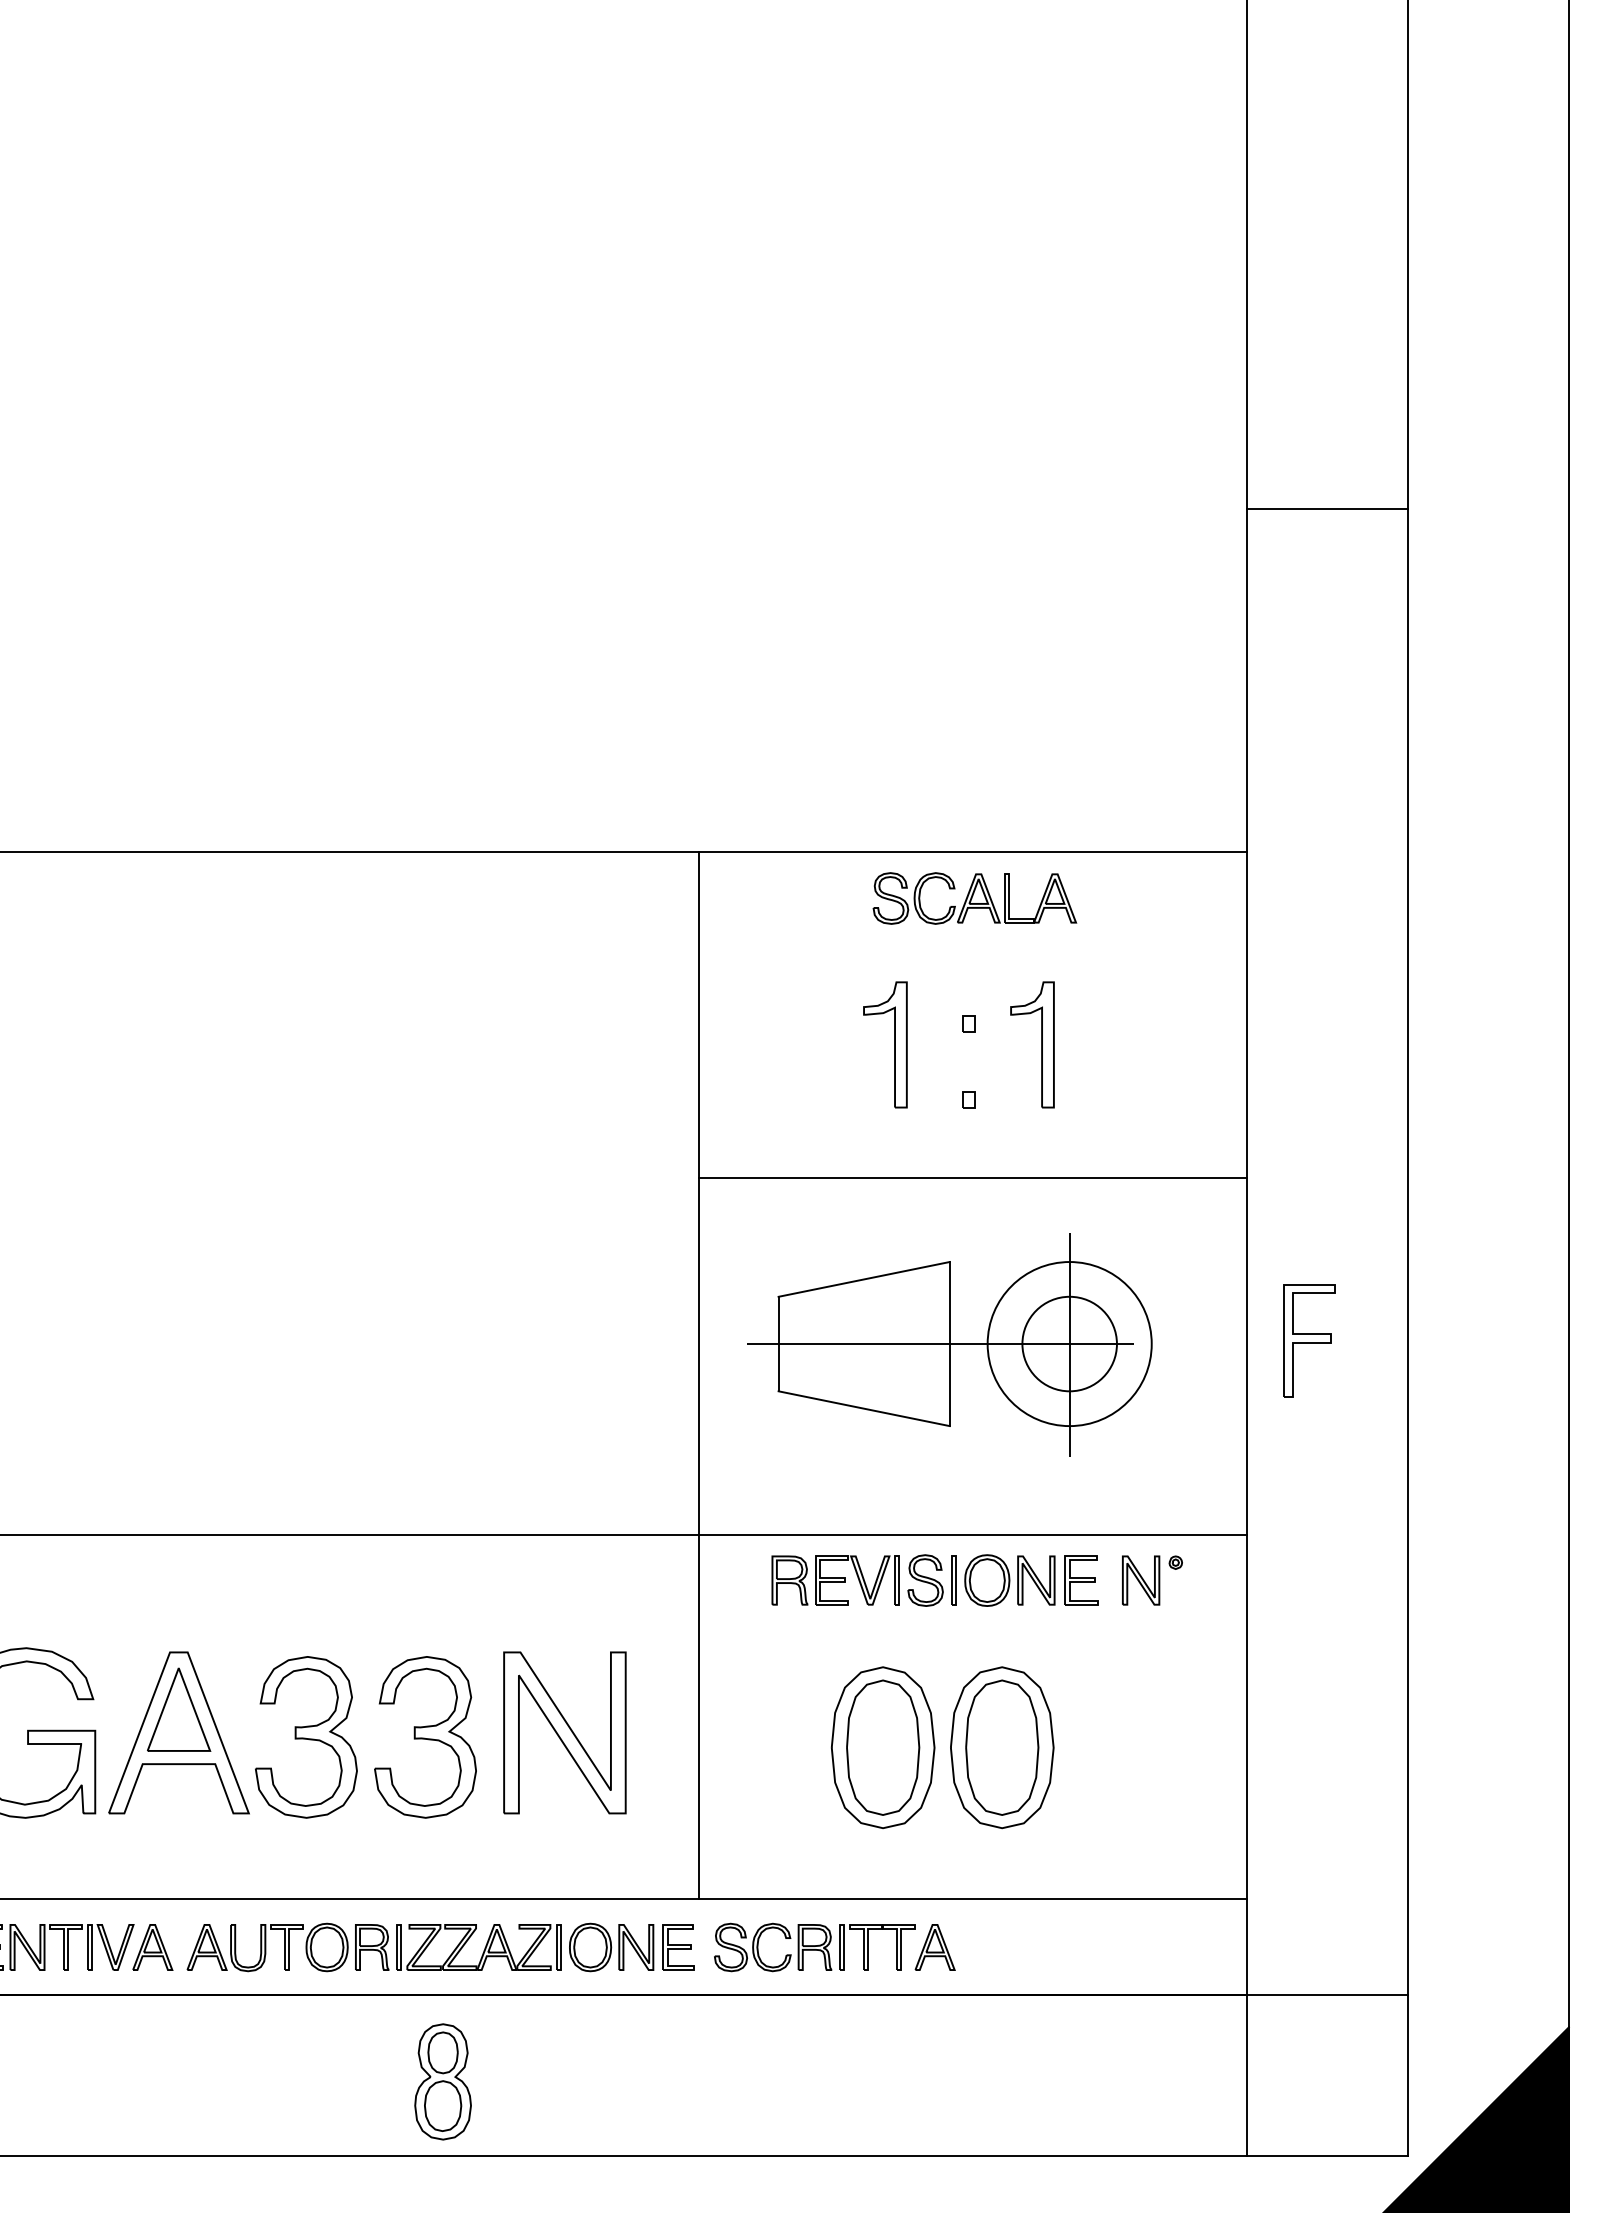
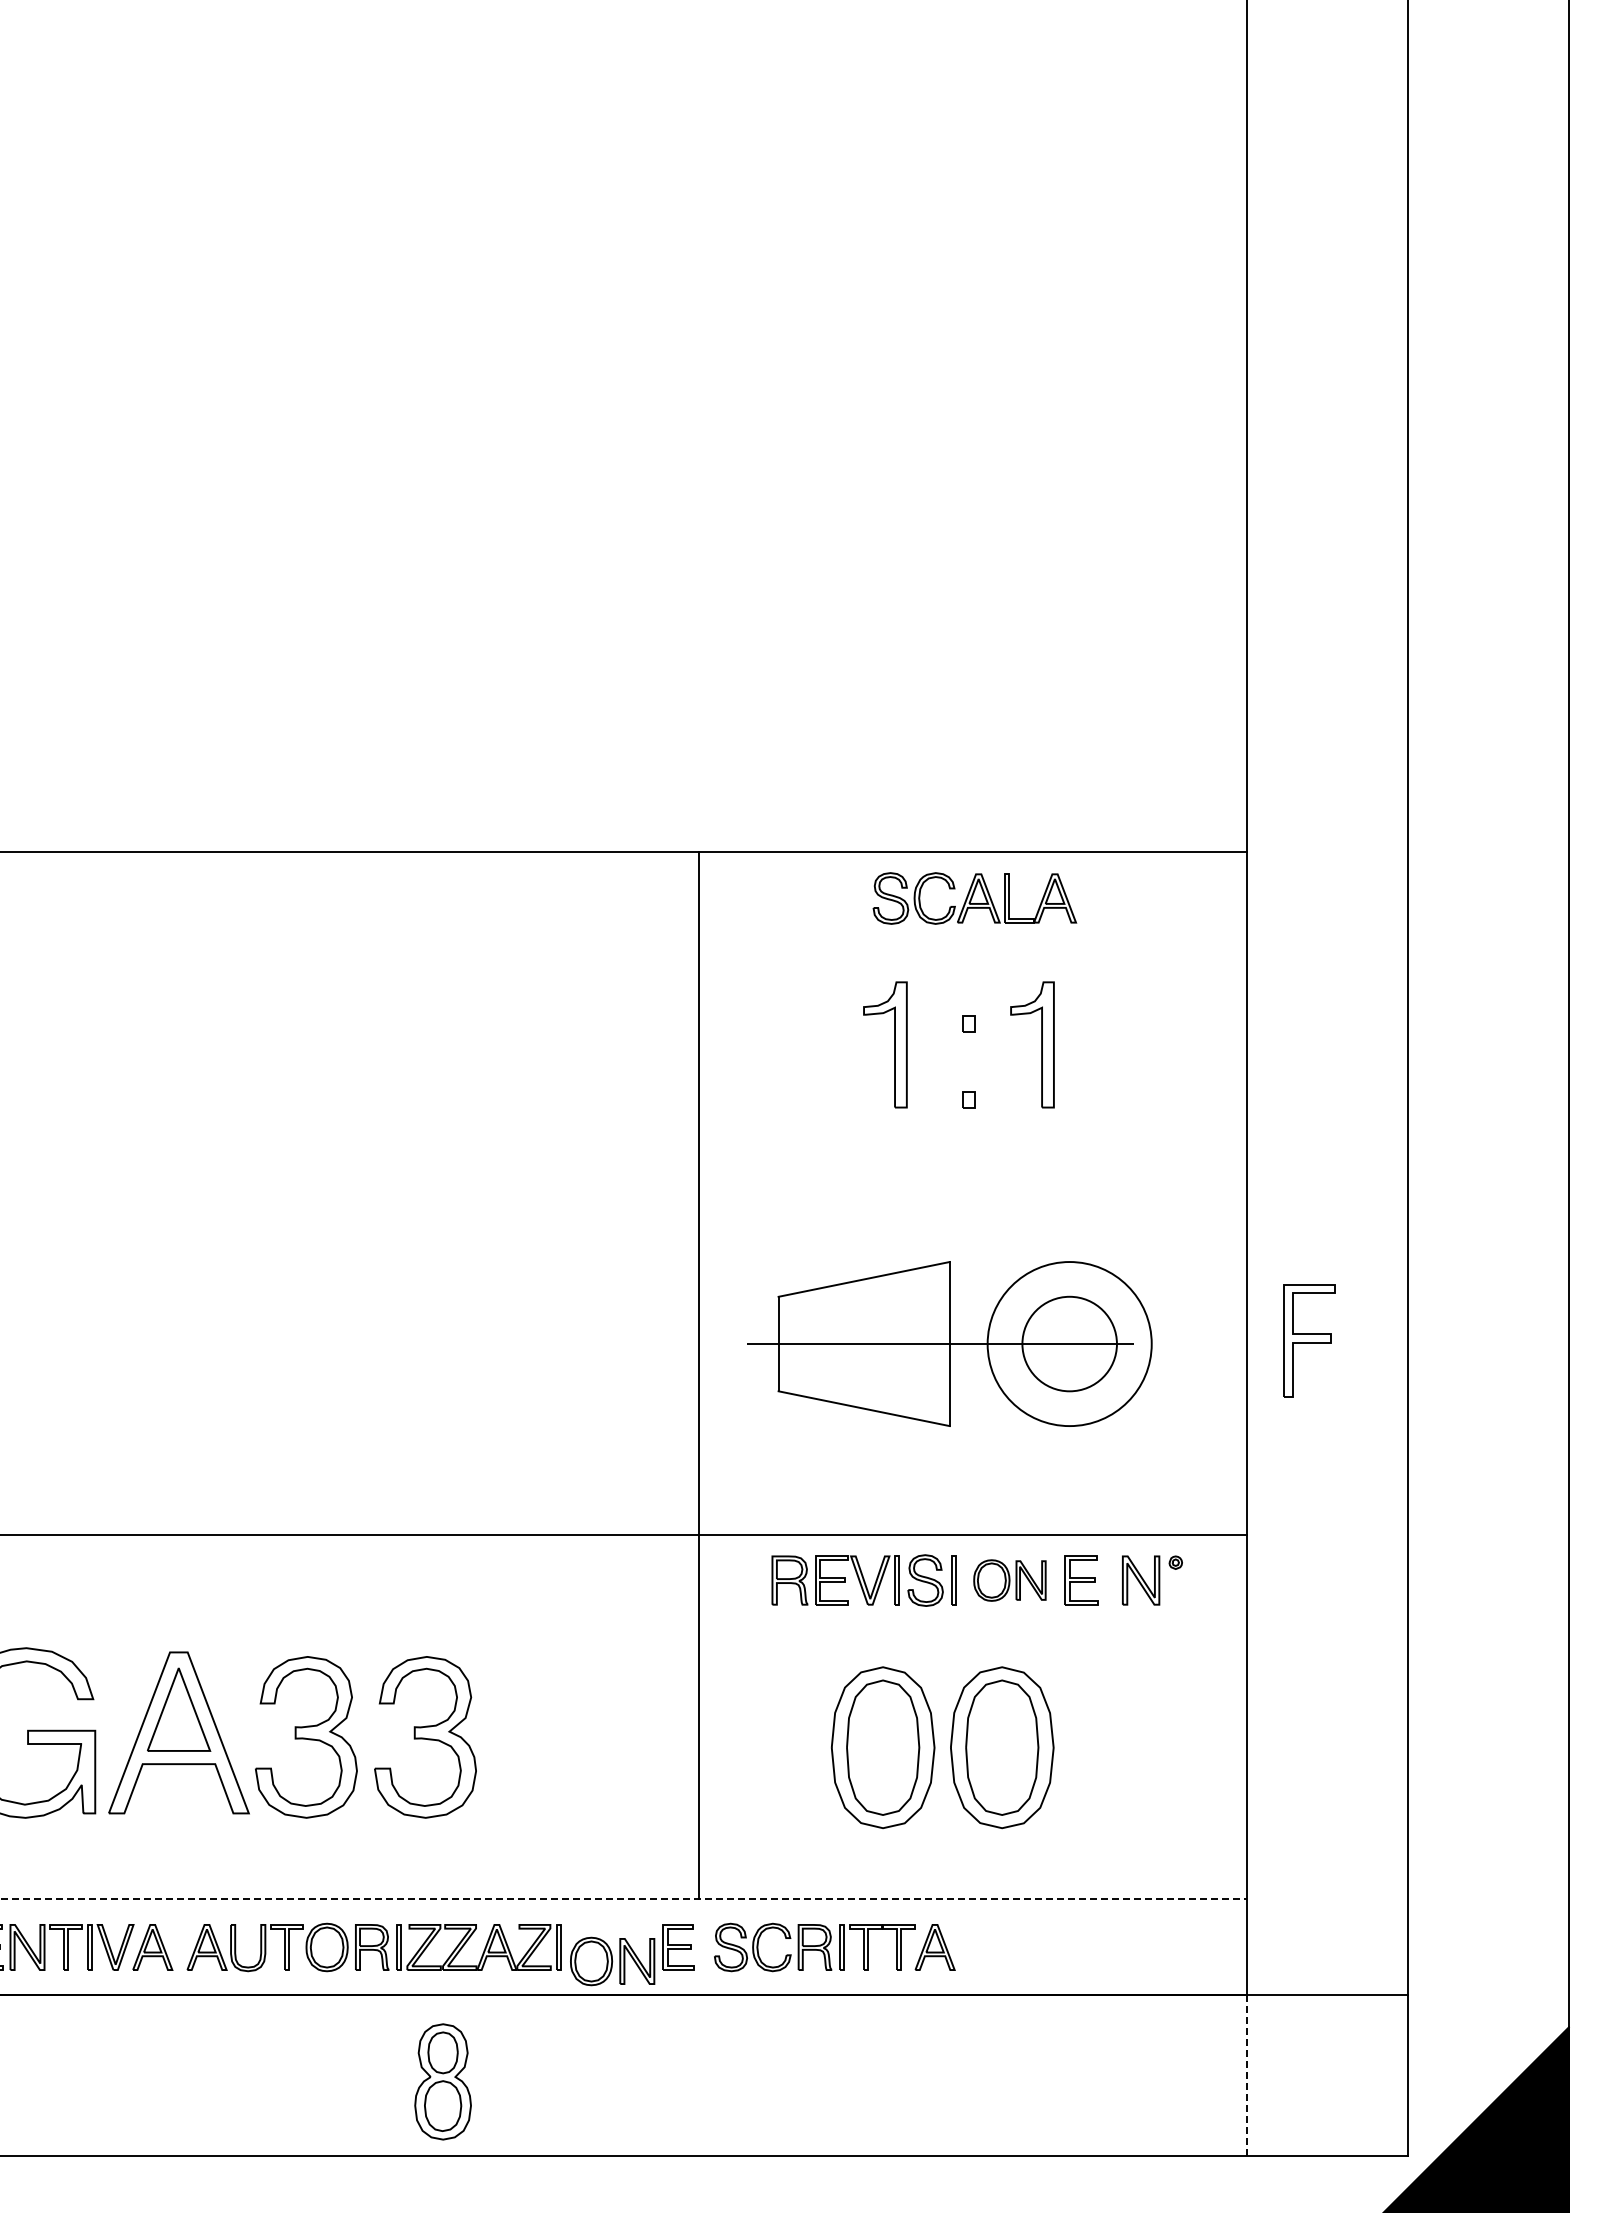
line at (1326, 508): present -> none
line at (972, 1177): present -> none
line at (1069, 1345): present -> none
part at (1009, 1580) size: 92x53 px -> 74x43 px
part at (564, 1732): present -> none
line at (623, 1898): solid -> dashed
part at (611, 1947) position: (611, 1947) -> (612, 1961)
line at (1246, 2075): solid -> dashed
